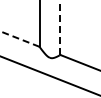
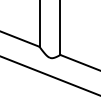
line at (60, 27): dashed -> solid
line at (20, 39): dashed -> solid
